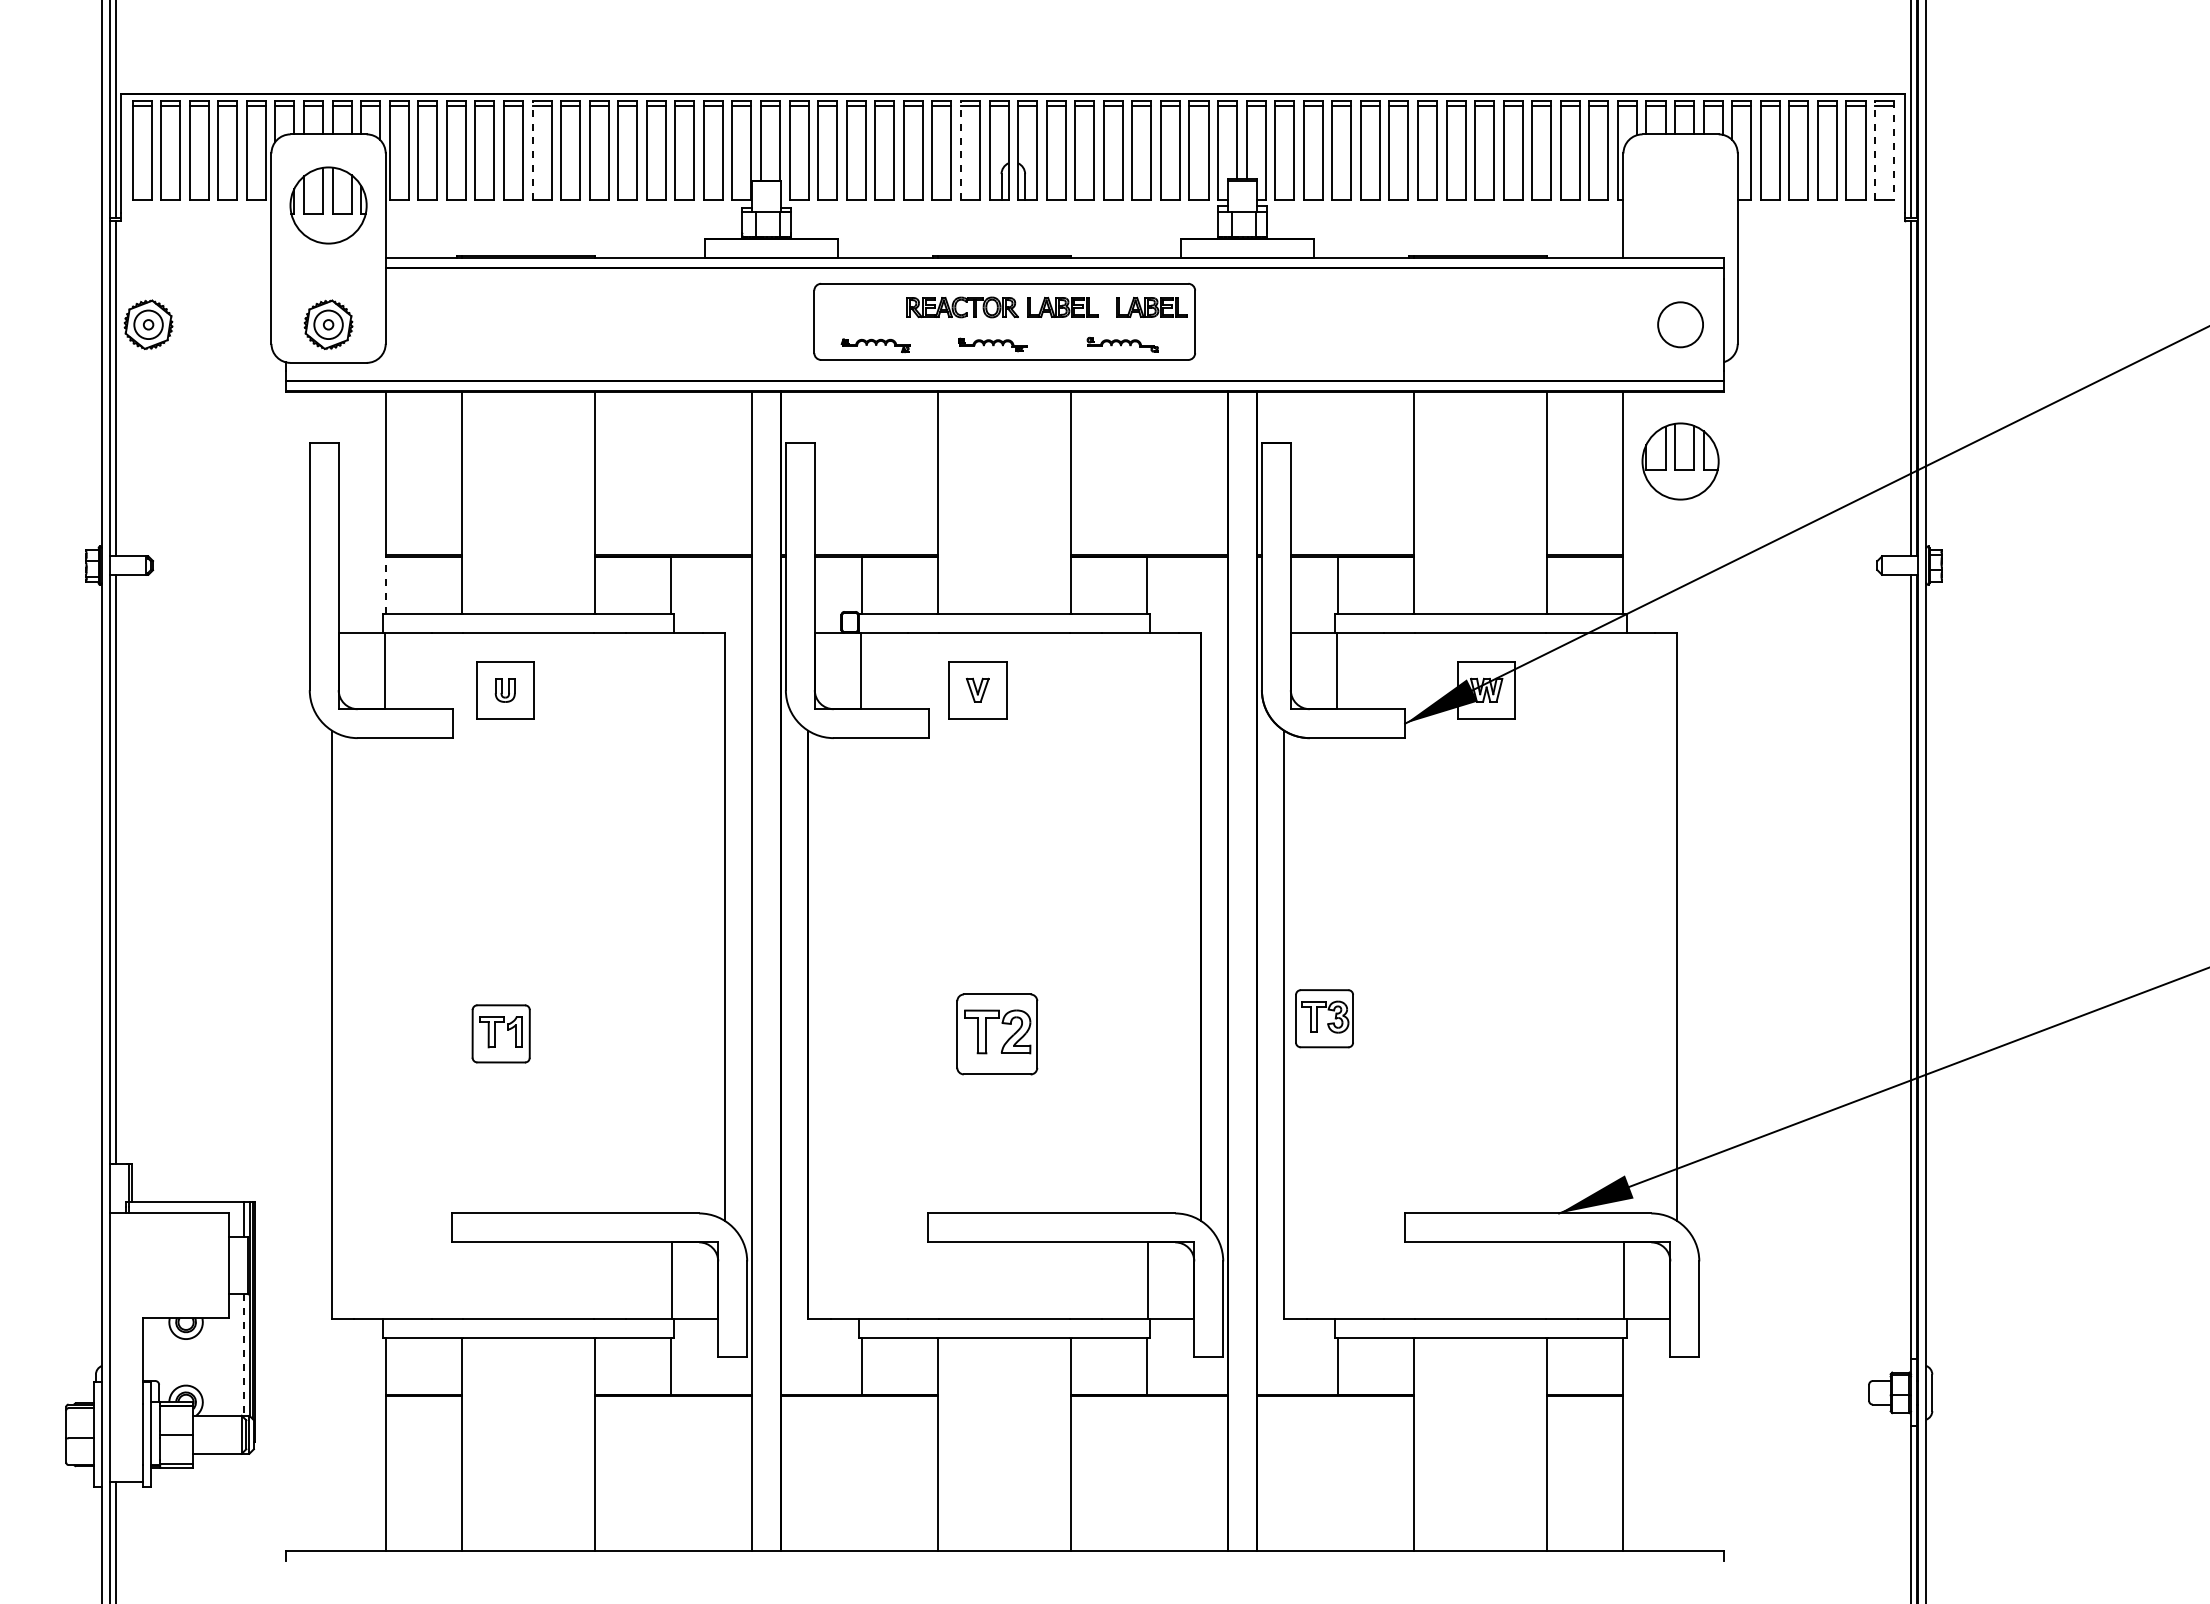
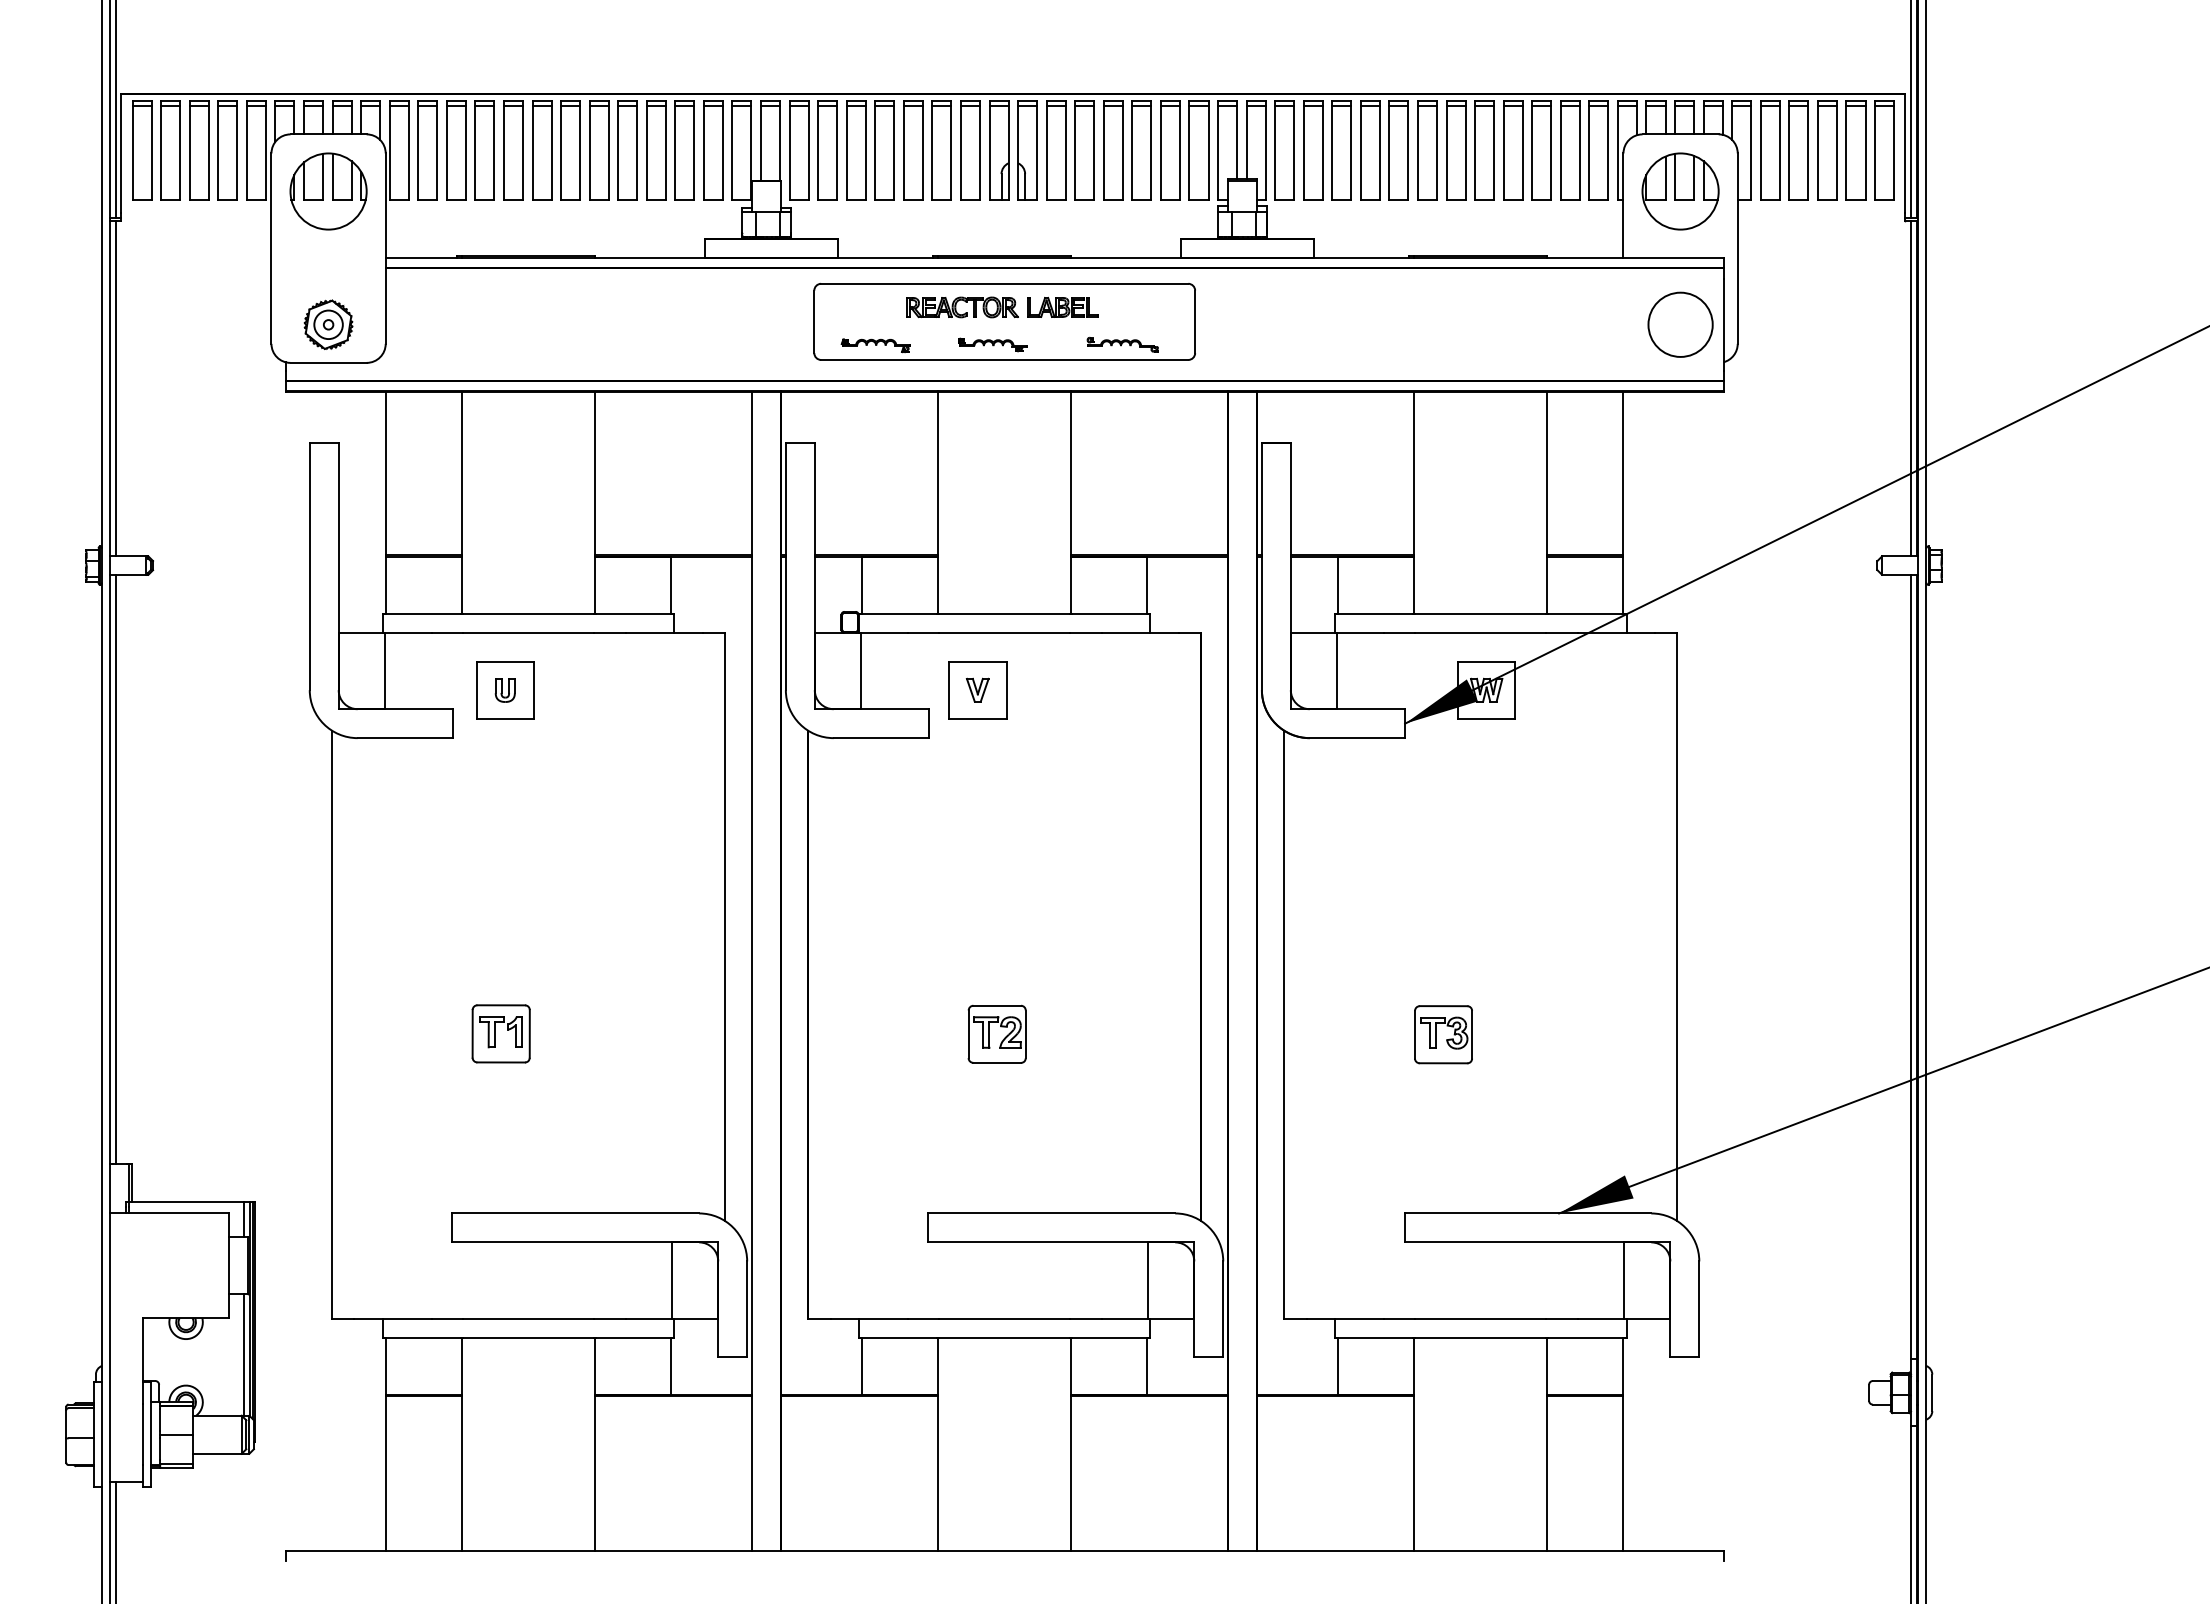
line at (532, 150): dashed -> solid
line at (960, 150): dashed -> solid
line at (1874, 150): dashed -> solid
line at (1894, 151): dashed -> solid
part at (328, 205) position: (328, 205) -> (328, 191)
part at (1151, 307): present -> none
part at (148, 324): present -> none
circle at (1680, 324) diameter: 45 px -> 64 px
part at (1680, 461) position: (1680, 461) -> (1680, 191)
line at (385, 585): dashed -> solid
part at (1324, 1018) position: (1324, 1018) -> (1443, 1034)
part at (997, 1034) size: 83x83 px -> 60x60 px
line at (243, 1354): dashed -> solid
